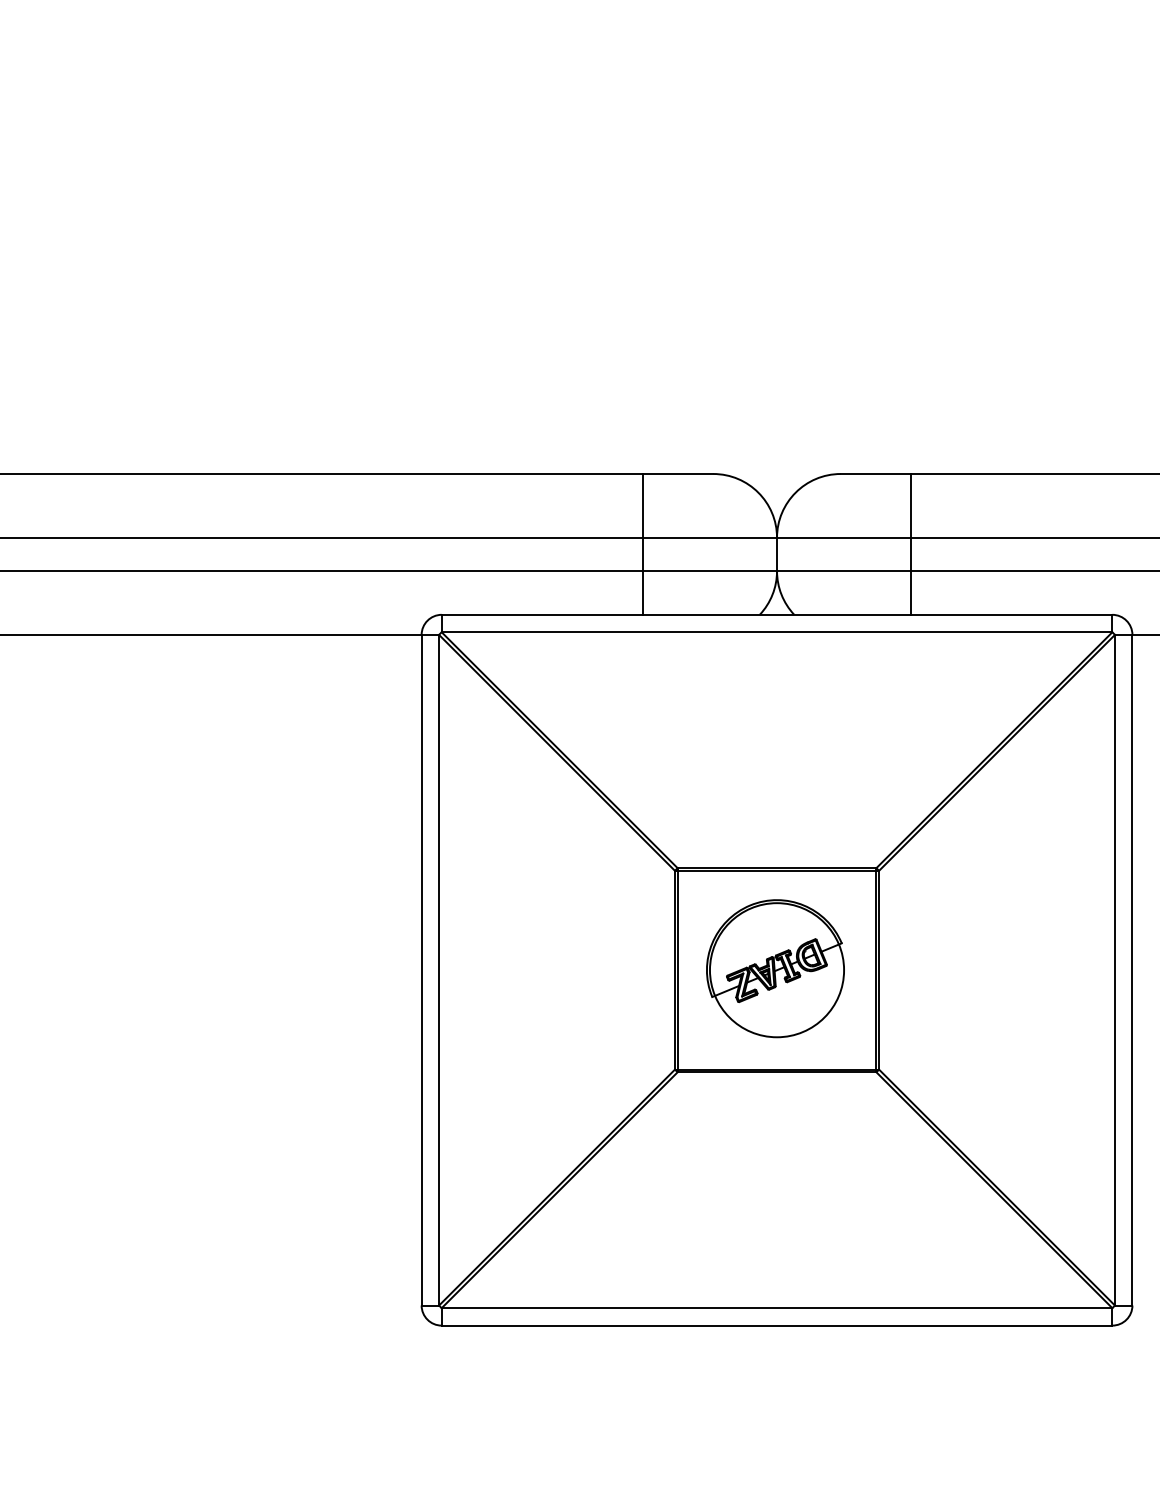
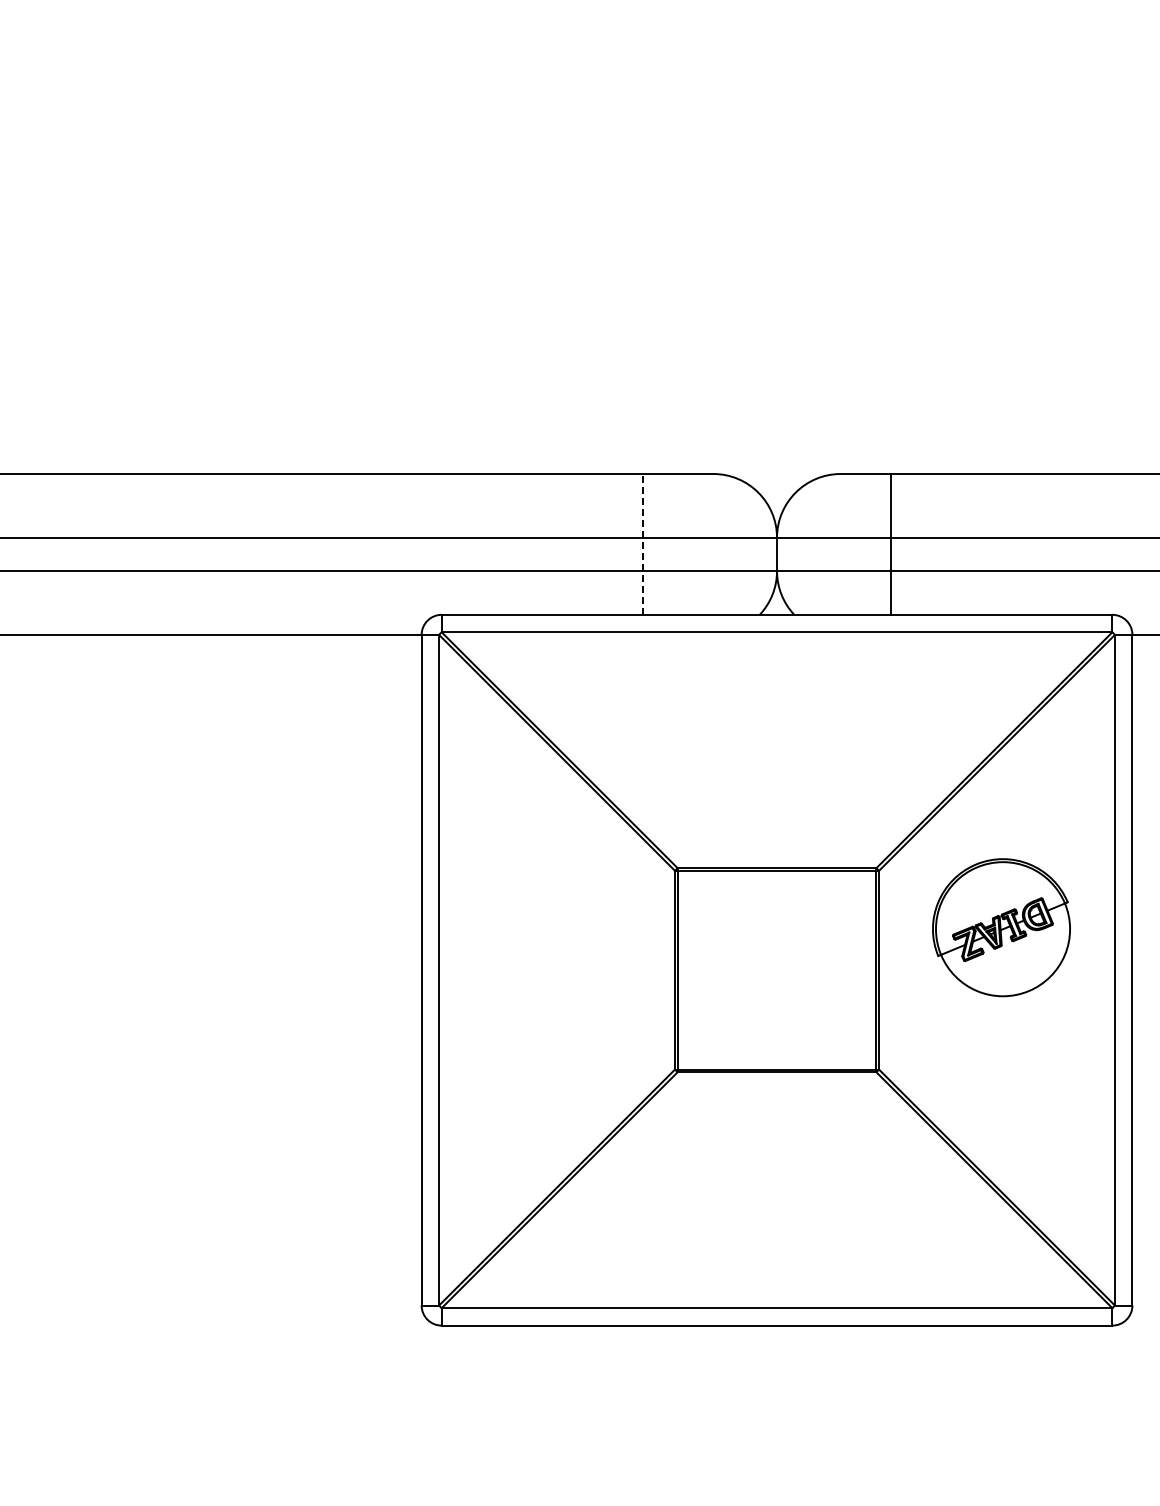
line at (642, 543): solid -> dashed
line at (911, 544) position: (911, 544) -> (891, 544)
part at (775, 968) position: (775, 968) -> (1001, 927)
